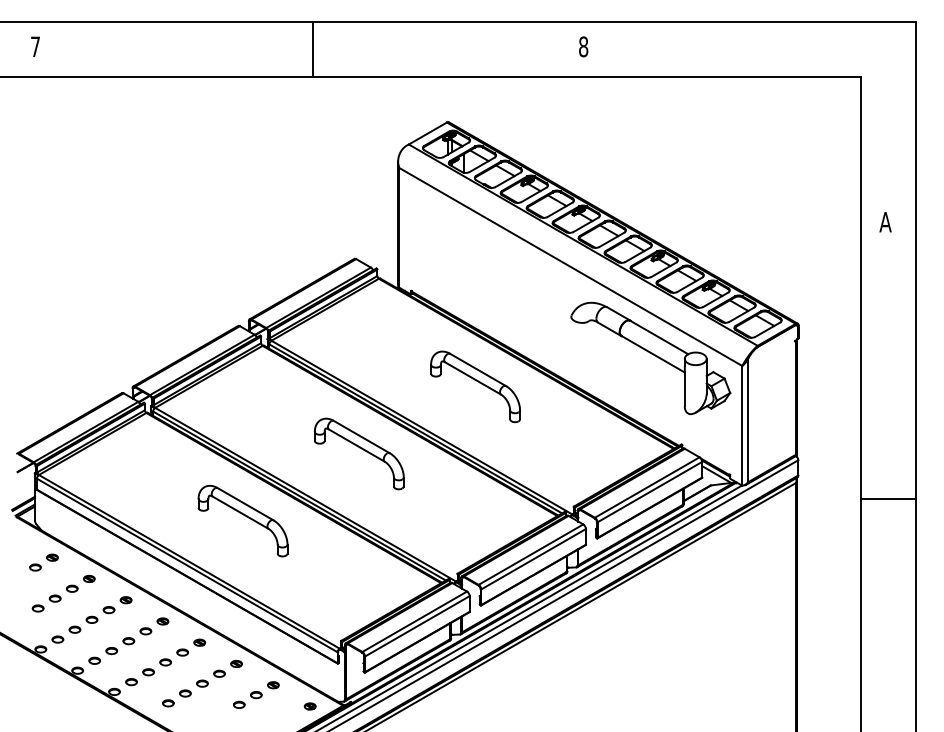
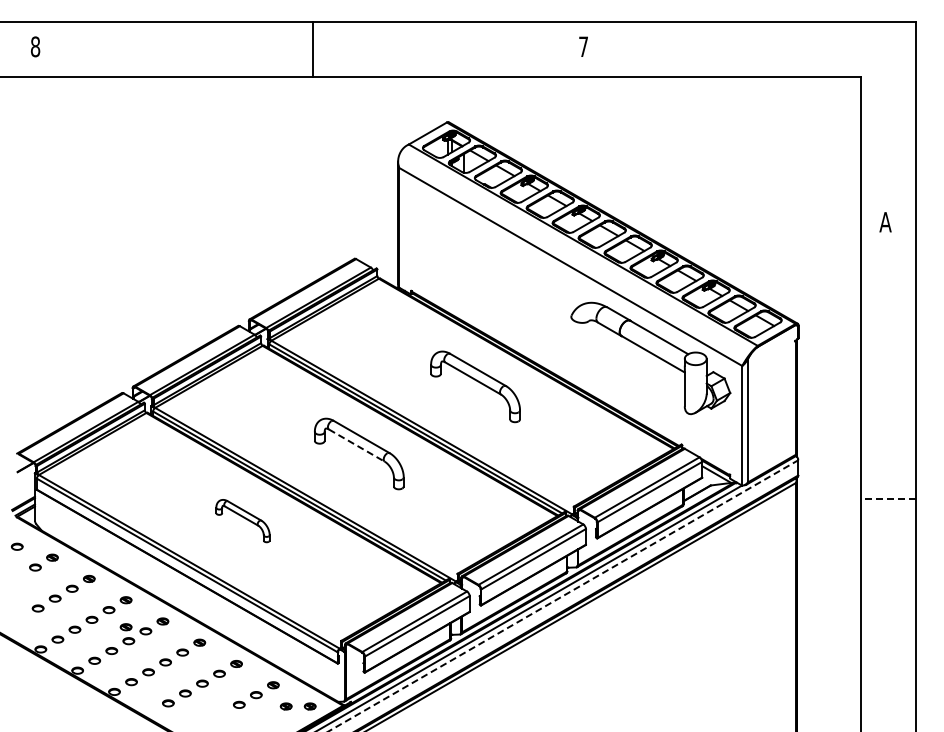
text at (35, 46): 7 -> 8
text at (583, 46): 8 -> 7
line at (357, 445): solid -> dashed
line at (887, 498): solid -> dashed
part at (242, 520) size: 92x74 px -> 56x45 px
part at (16, 546): none -> present
line at (563, 596): solid -> dashed
part at (125, 627): none -> present
part at (285, 706): none -> present
